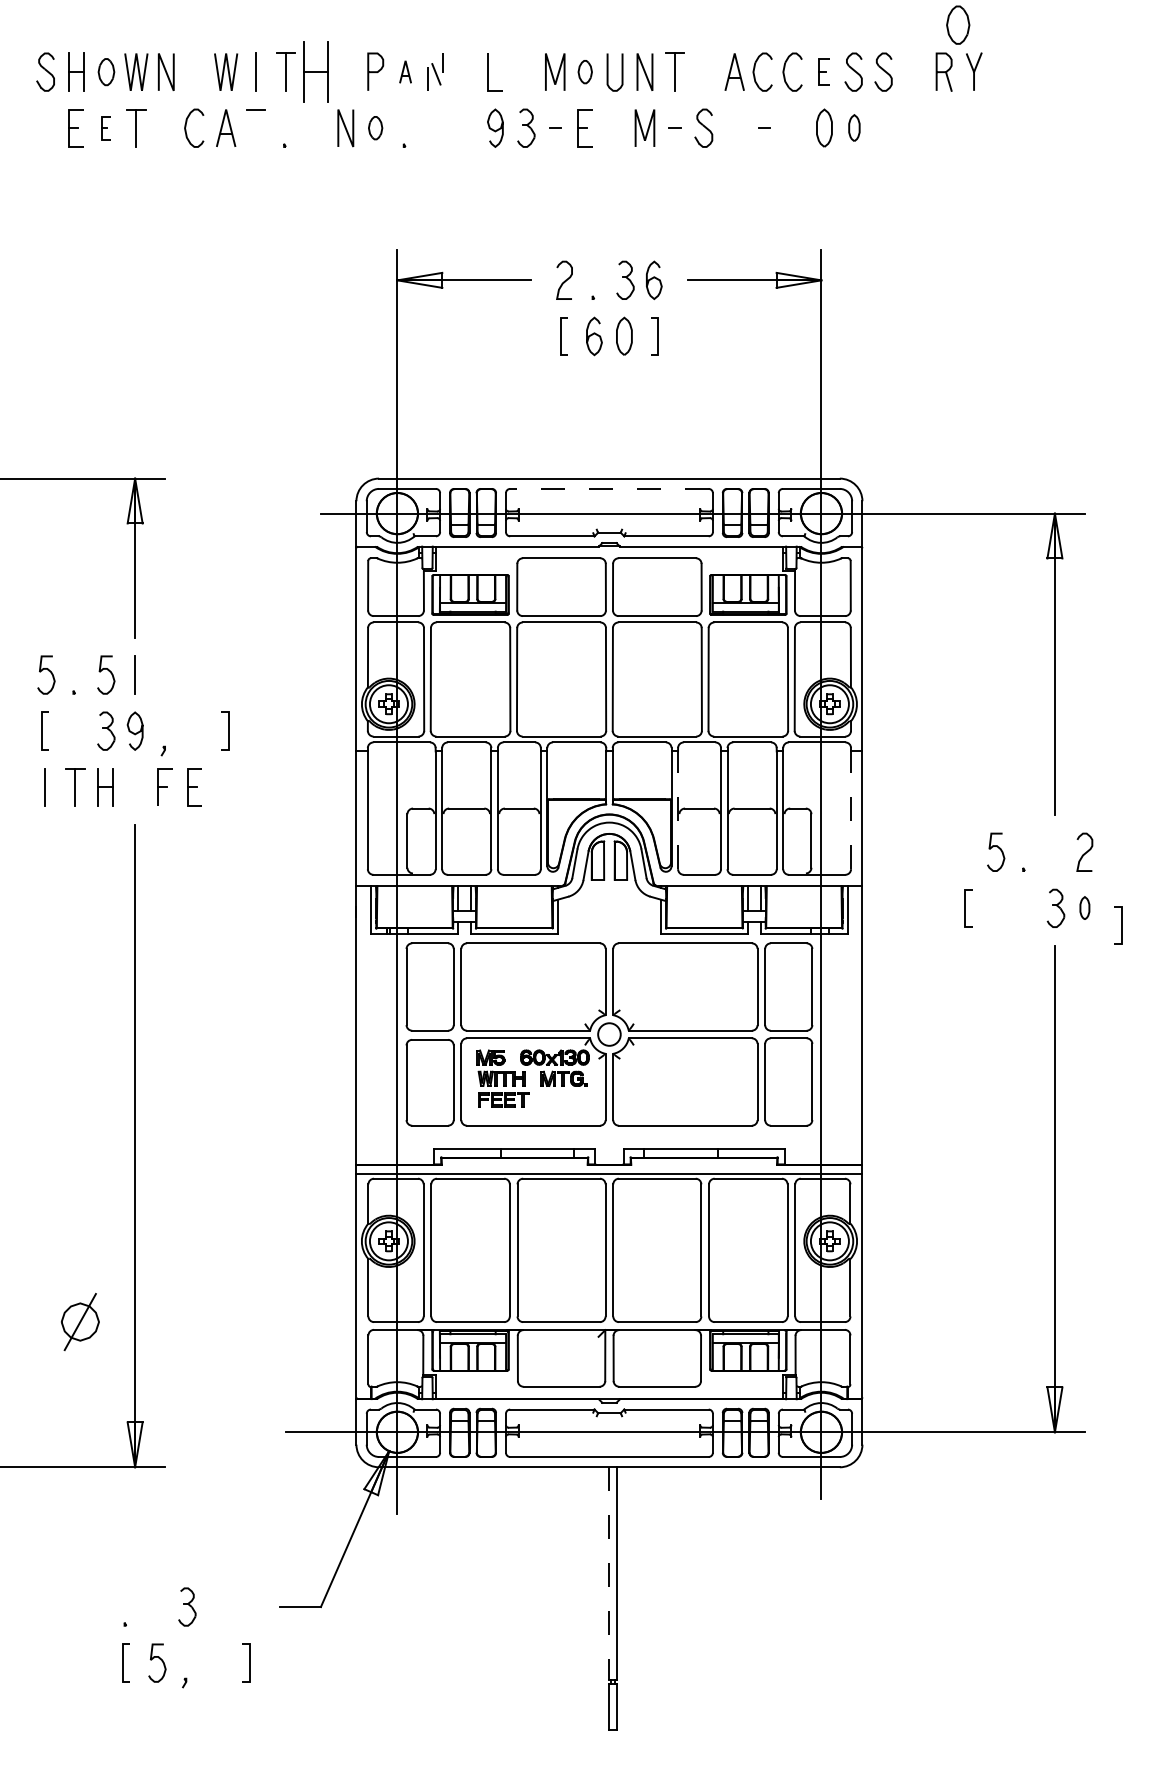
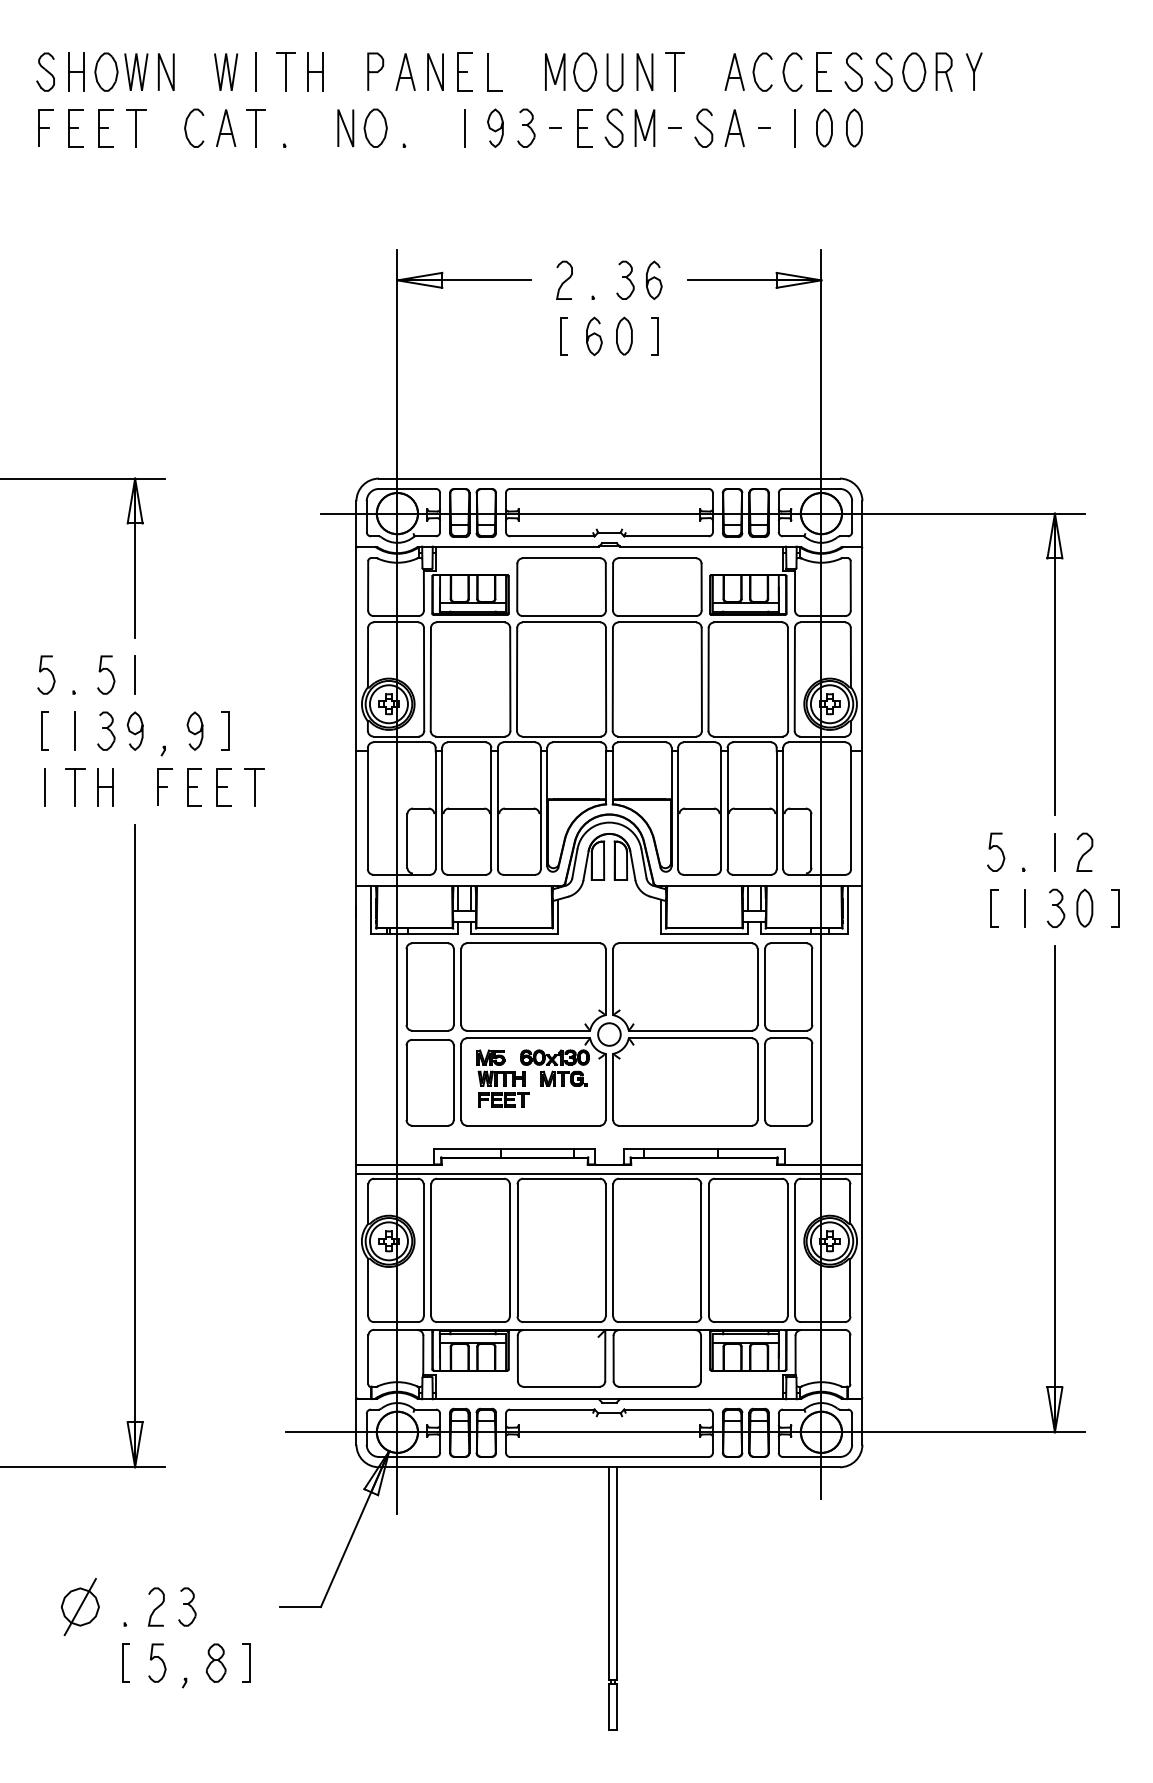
part at (958, 24) position: (958, 24) -> (914, 71)
part at (315, 71) size: 26x62 px -> 17x40 px
part at (405, 71) size: 13x24 px -> 21x38 px
part at (464, 71): none -> present
part at (823, 71) size: 12x28 px -> 16x40 px
part at (106, 72) size: 19x29 px -> 25x40 px
line at (435, 72): dashed -> solid
part at (584, 72) size: 16x25 px -> 25x40 px
part at (45, 127): none -> present
line at (256, 127): none -> present
line at (465, 127): none -> present
part at (613, 127): none -> present
part at (734, 127): none -> present
line at (794, 127): none -> present
part at (854, 127) size: 13x28 px -> 17x40 px
part at (105, 128) size: 10x25 px -> 16x39 px
part at (375, 128) size: 16x25 px -> 25x40 px
line at (608, 488): dashed -> solid
line at (75, 730): none -> present
curve at (192, 731): none -> present
part at (223, 787): none -> present
part at (254, 787): none -> present
line at (678, 810): dashed -> solid
line at (851, 810): dashed -> solid
line at (1054, 852): none -> present
part at (1084, 907) size: 12x24 px -> 18x40 px
line at (965, 908) position: (965, 908) -> (991, 908)
line at (1025, 908): none -> present
line at (1121, 925) position: (1121, 925) -> (1118, 908)
part at (80, 1321) position: (80, 1321) -> (80, 1606)
line at (609, 1574): dashed -> solid
curve at (156, 1607): none -> present
part at (216, 1662): none -> present
